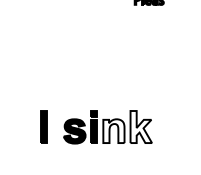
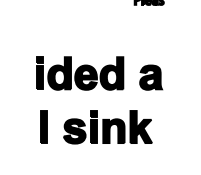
part at (80, 73): none -> present
part at (151, 77): none -> present
fill at (141, 127): none -> present
fill at (113, 131): none -> present
